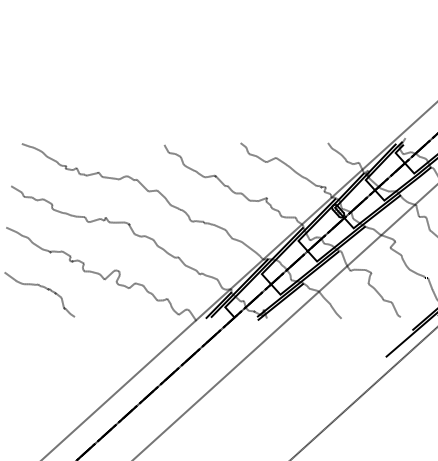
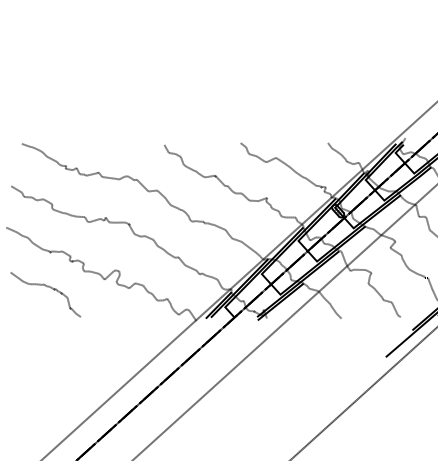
curve at (41, 287) position: (41, 287) -> (47, 287)
